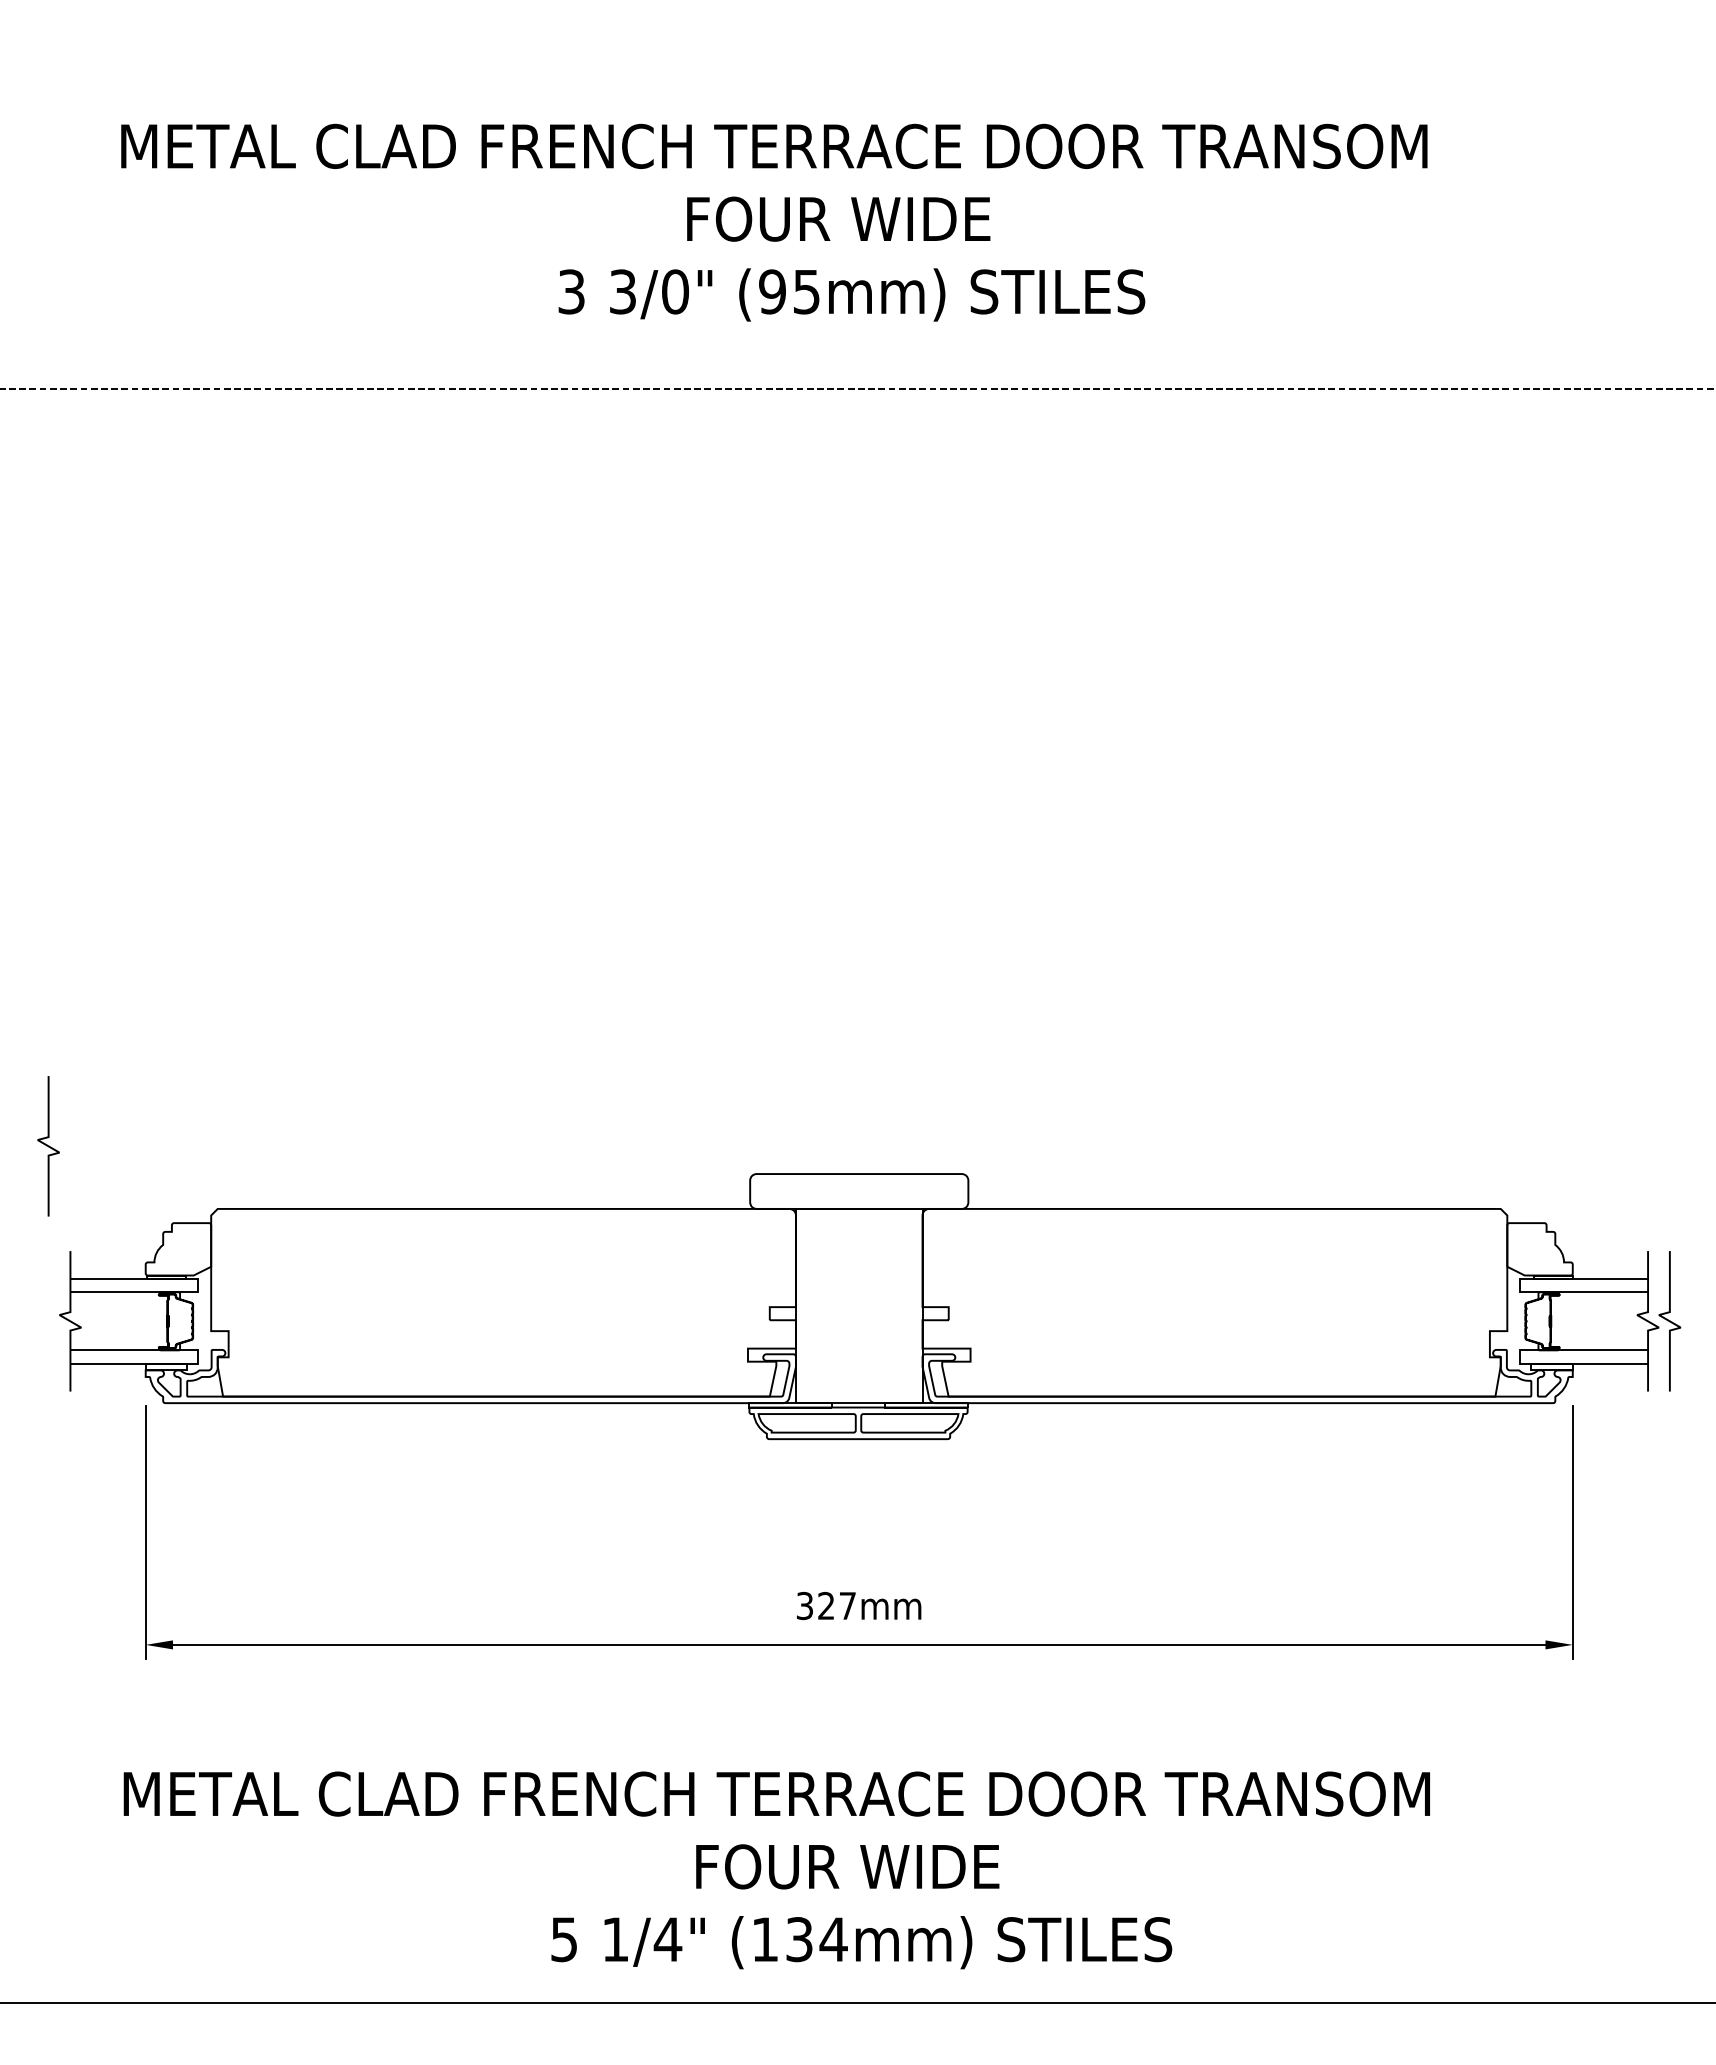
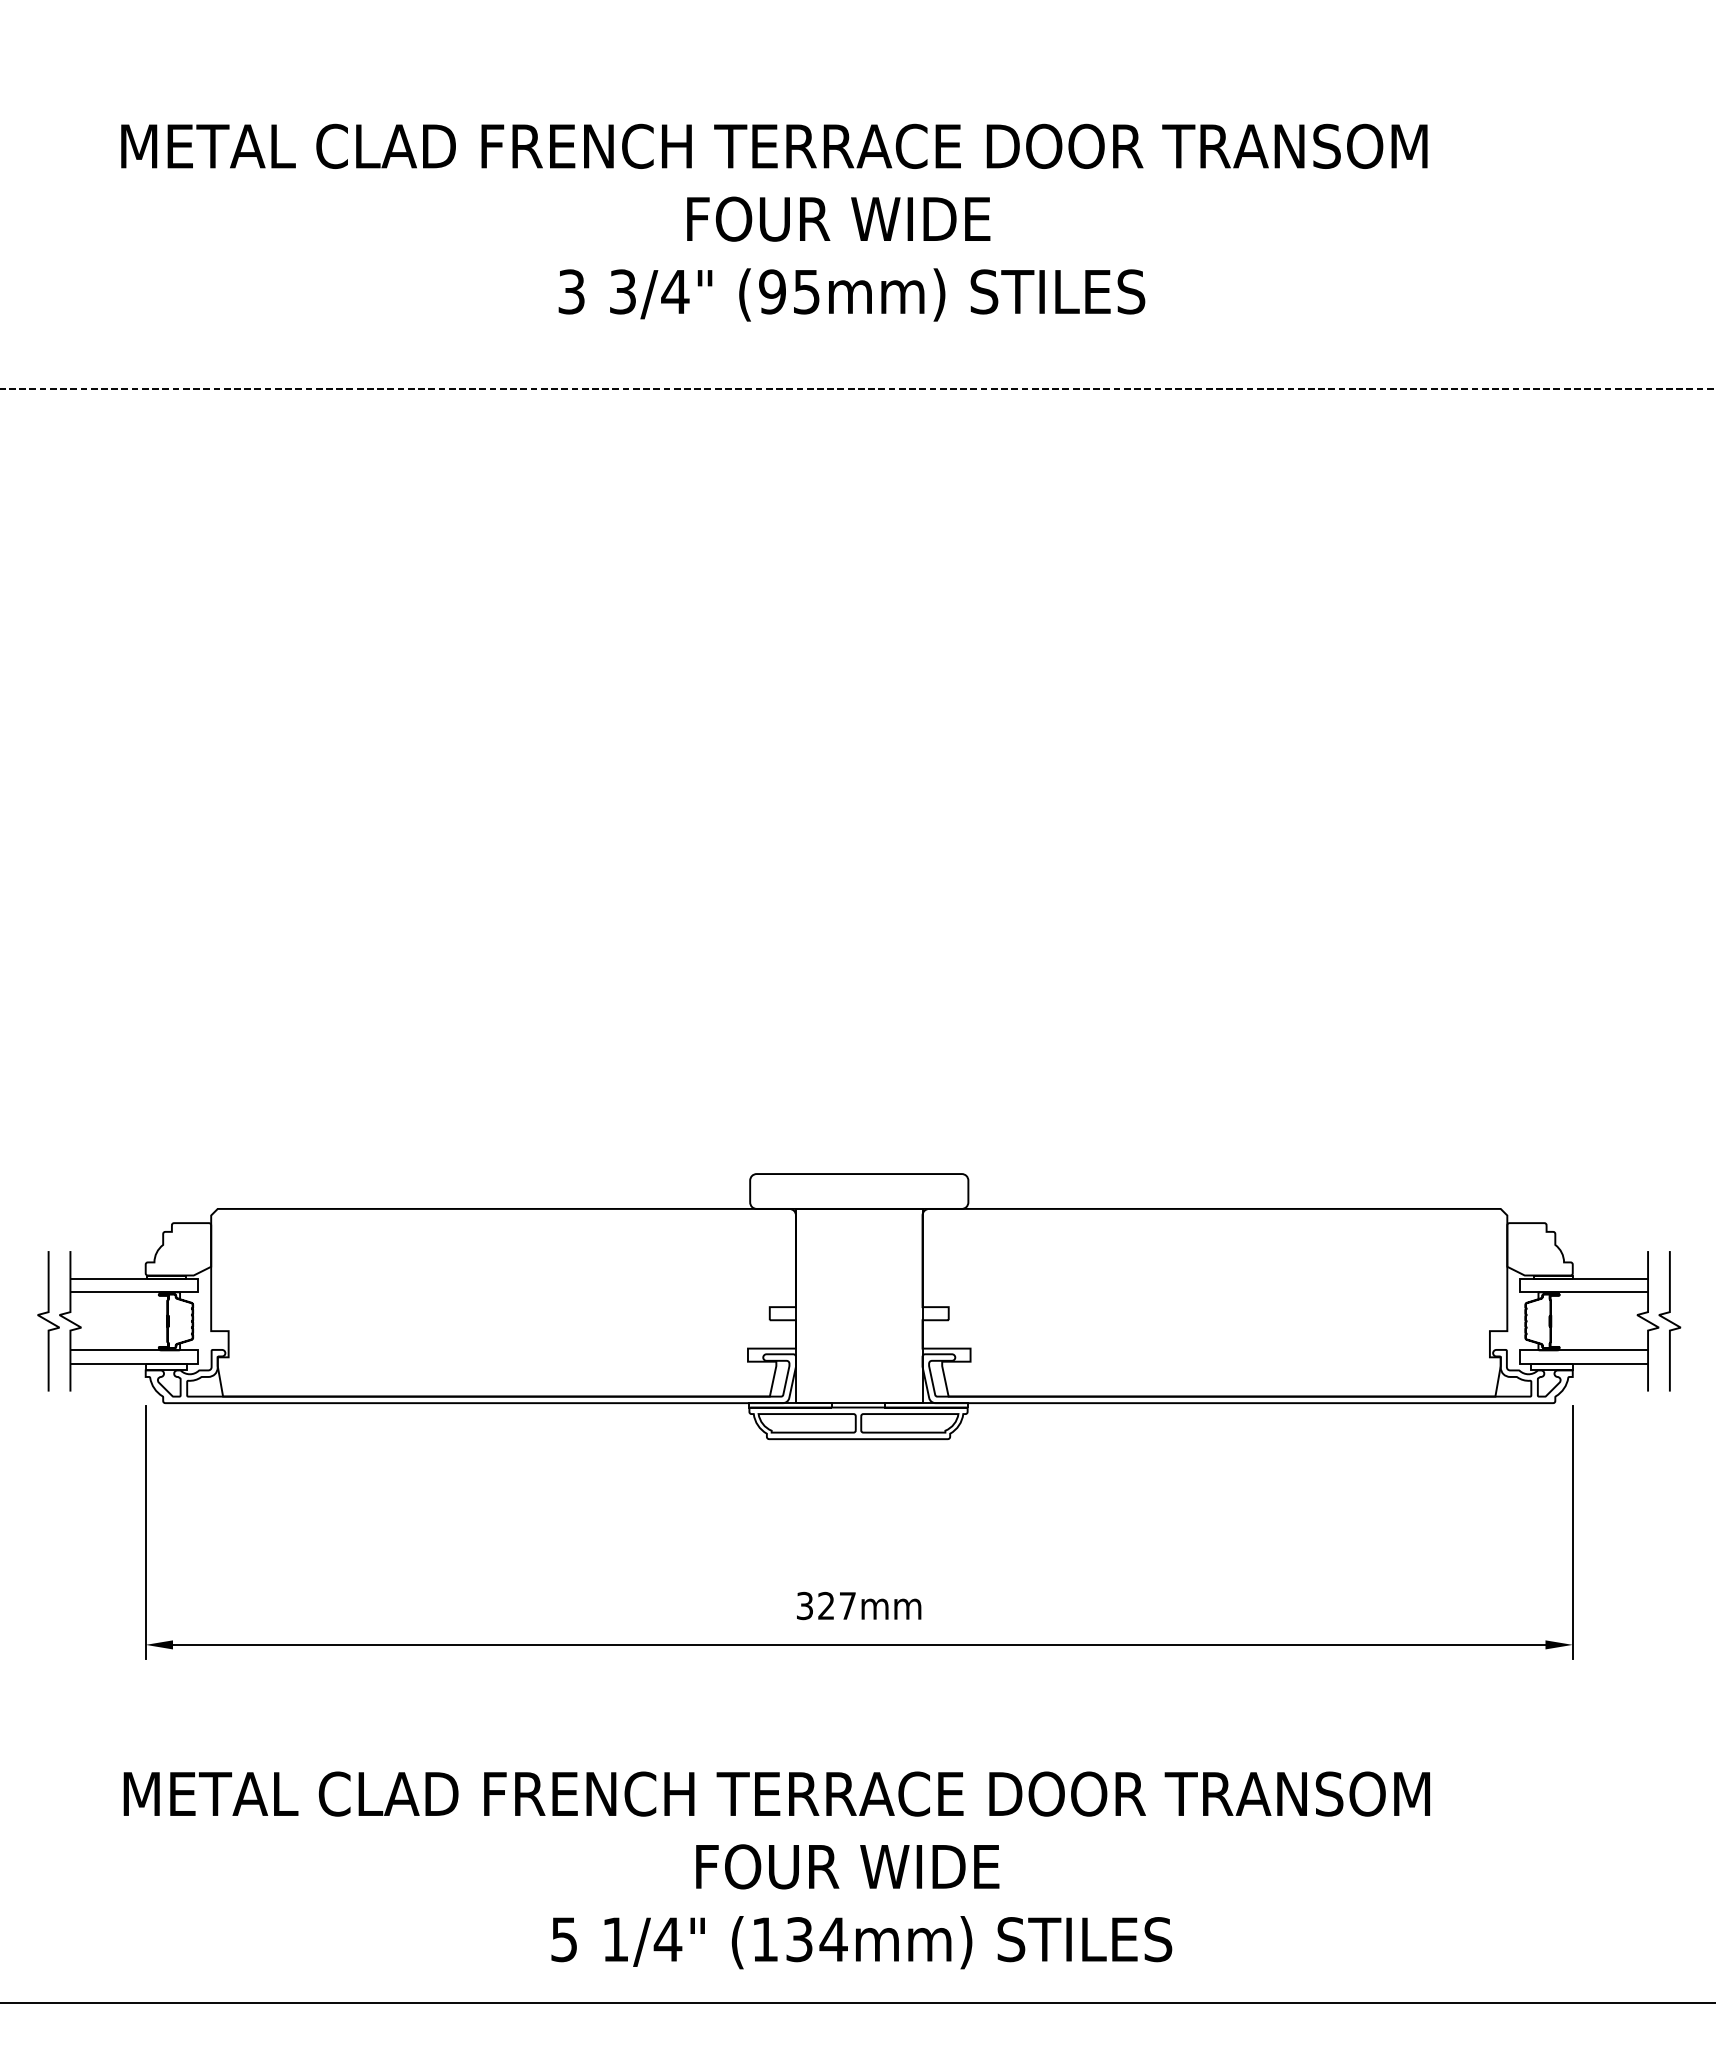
text at (675, 291): 3/0" -> 3/4"
curve at (48, 1146) position: (48, 1146) -> (48, 1321)
